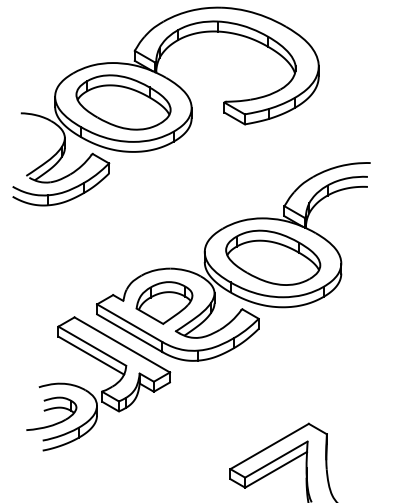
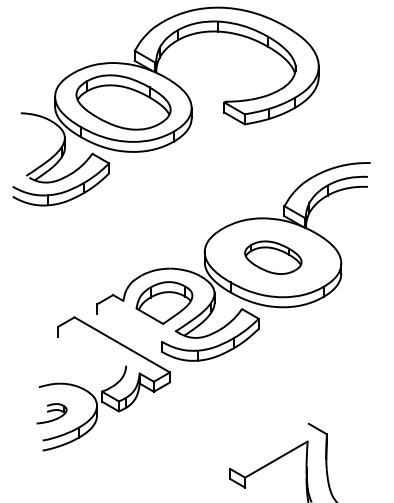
part at (273, 257) size: 97x57 px -> 59x35 px
line at (129, 323): present -> none
line at (129, 333): present -> none
line at (92, 345): present -> none
line at (91, 355): present -> none
part at (51, 413) size: 52x35 px -> 32x22 px
line at (269, 446): present -> none
line at (276, 469): present -> none
